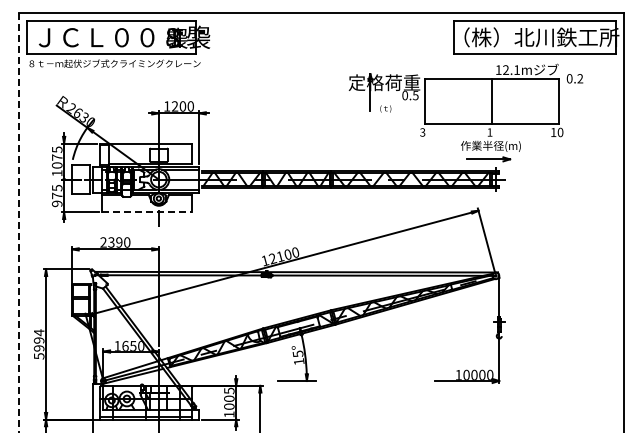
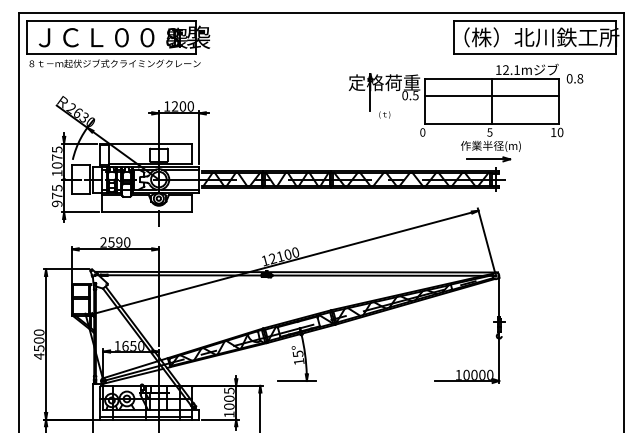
text at (580, 78): 0.2 -> 0.8
line at (492, 95): none -> present
text at (385, 108) position: (385, 108) -> (384, 114)
text at (422, 132): 3 -> 0
text at (489, 132): 1 -> 5
line at (147, 212): dashed -> solid
line at (19, 222): dashed -> solid
text at (111, 241): 2390 -> 2590
text at (38, 344): 5994 -> 4500
